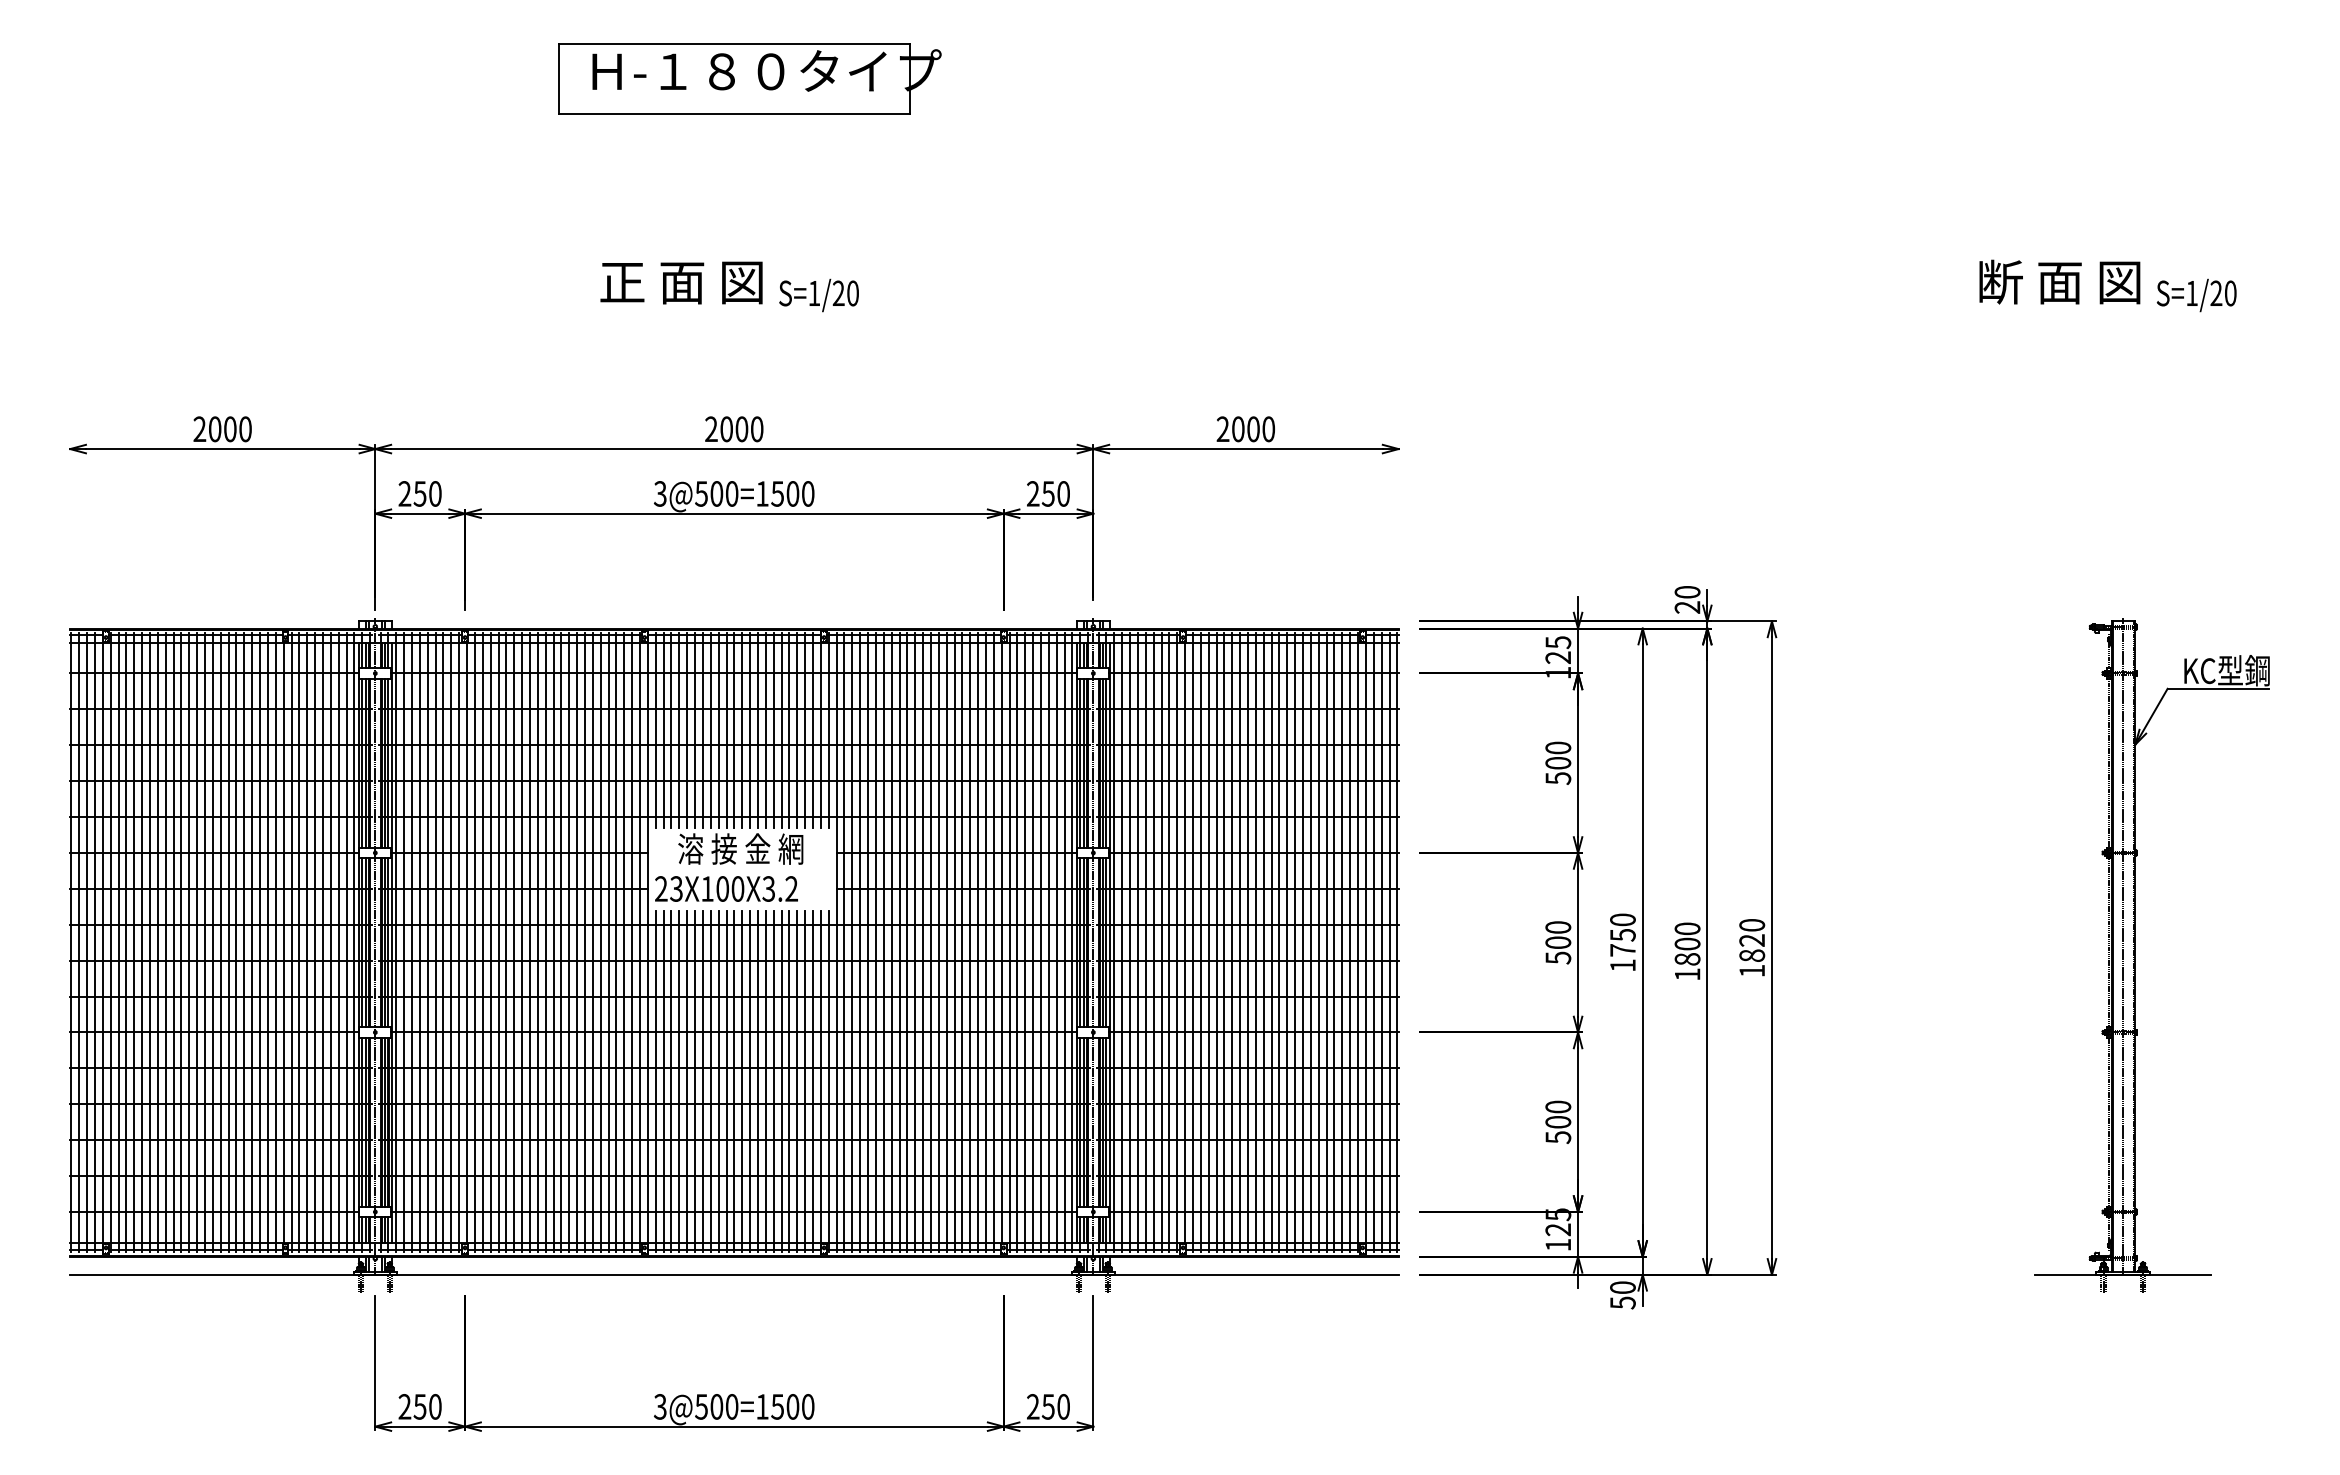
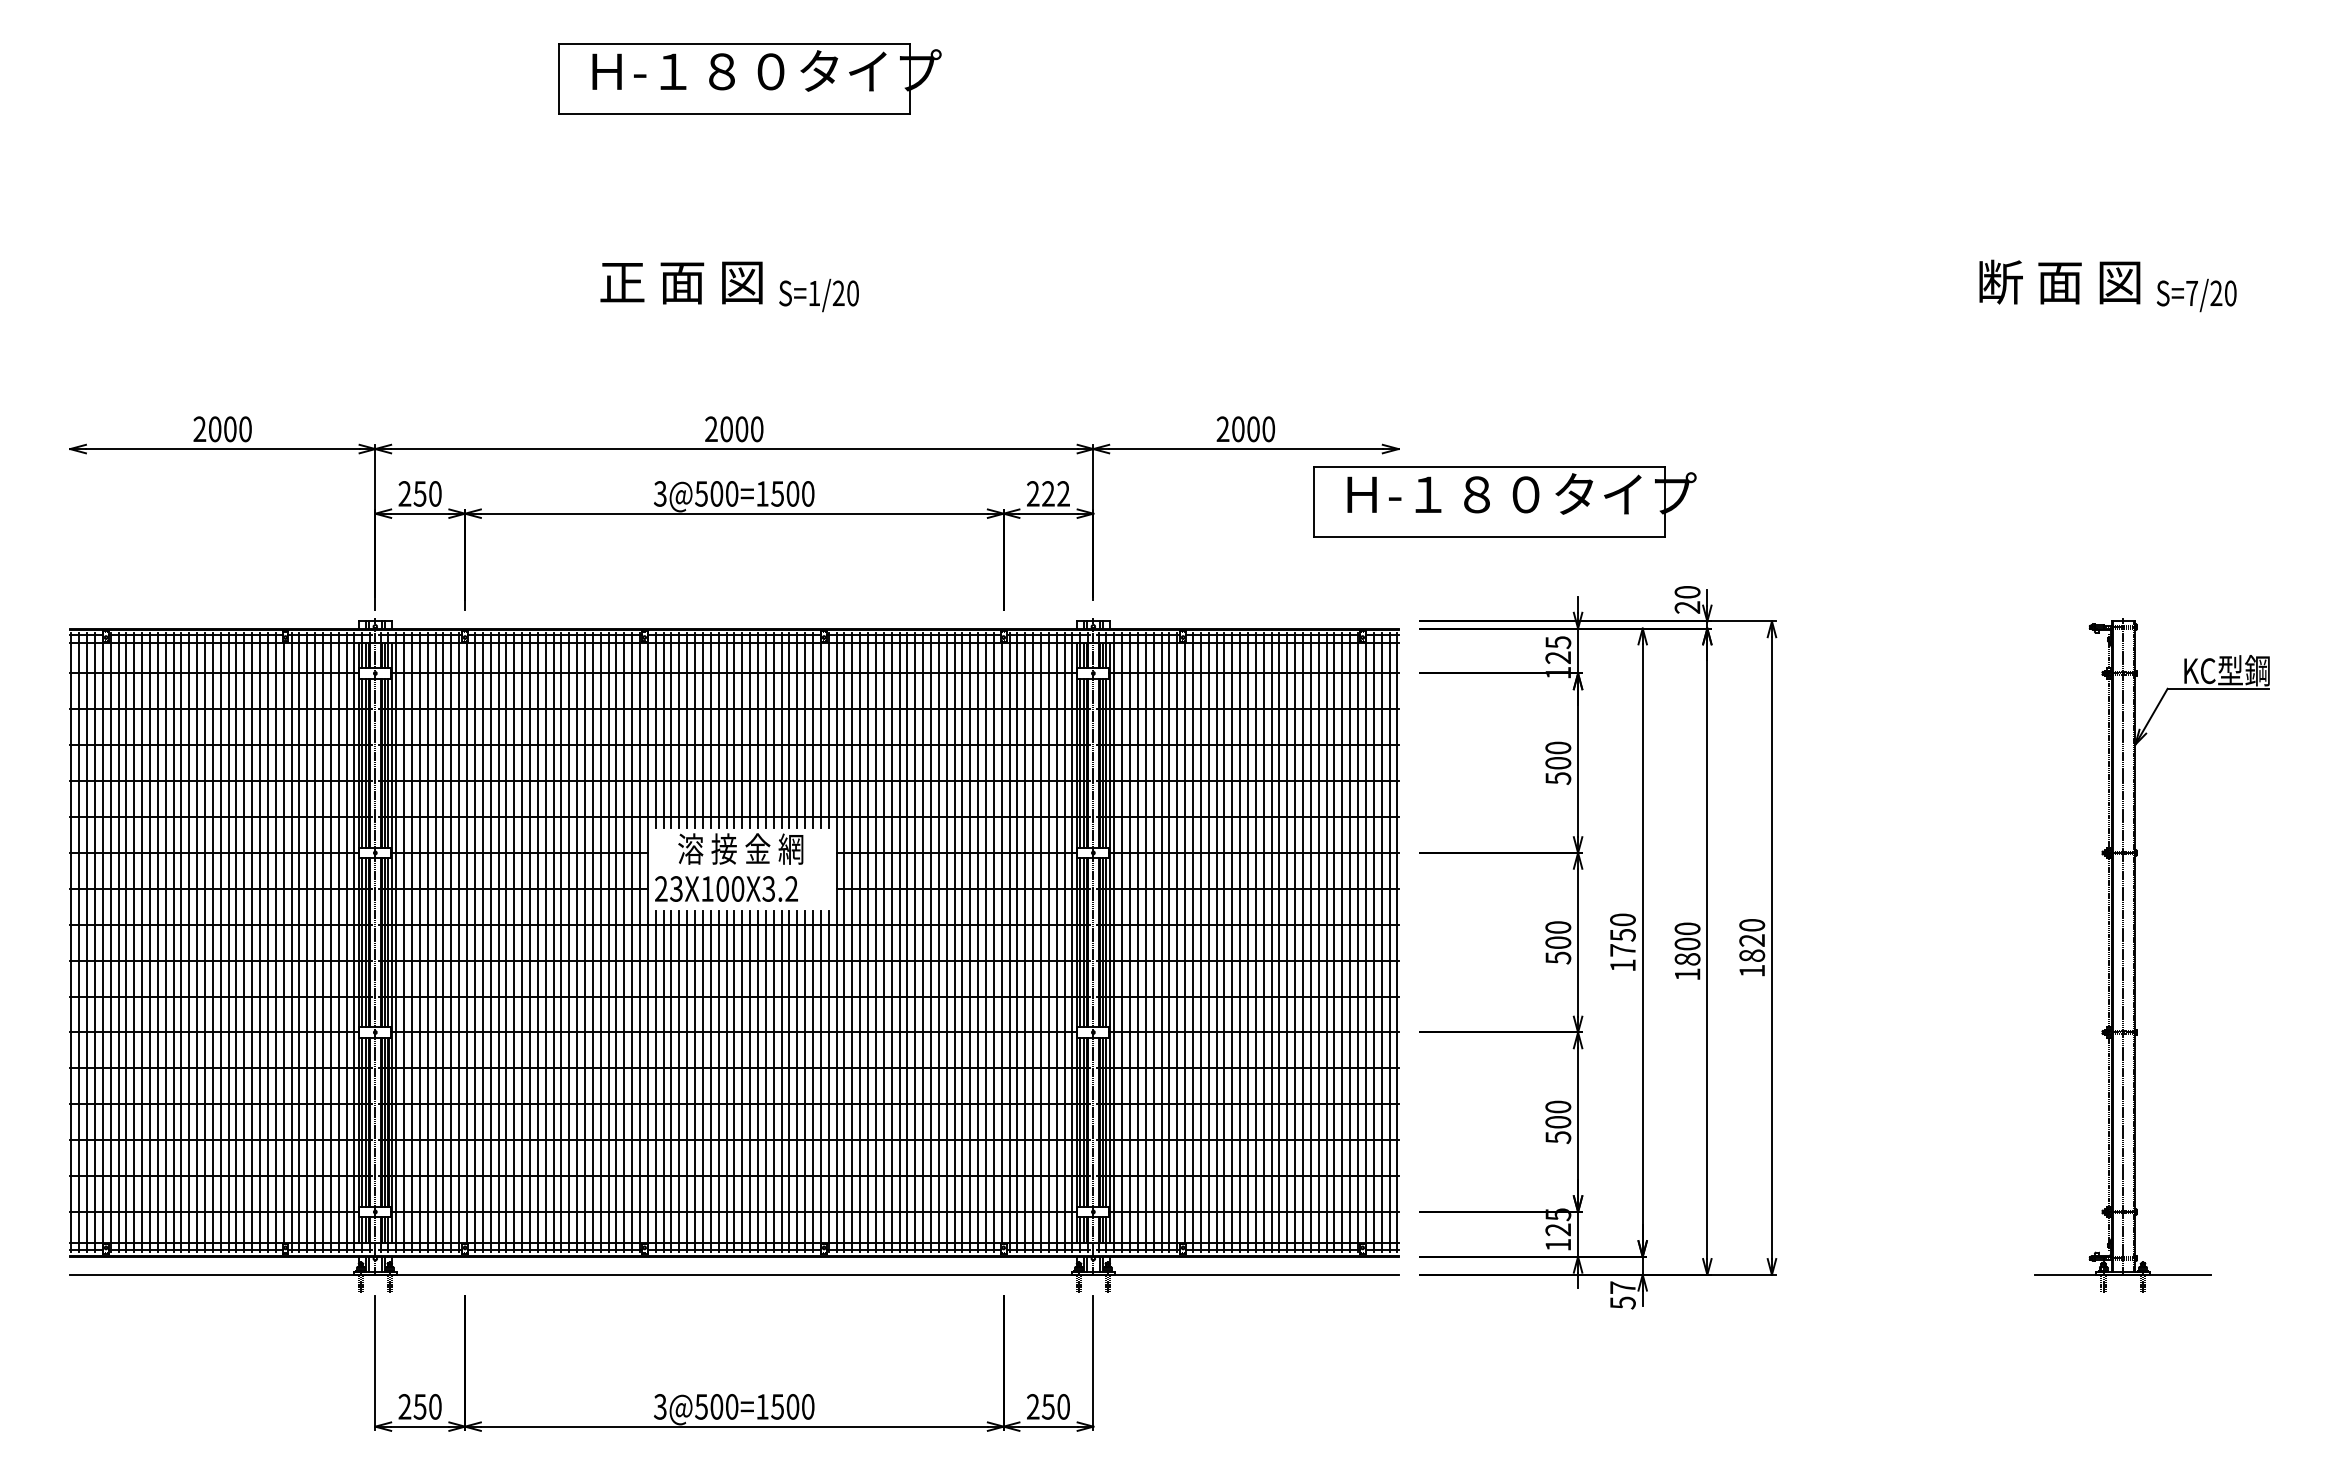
text at (2192, 293): S=1/20 -> S=7/20
text at (1055, 493): 250 -> 222
part at (1504, 501): none -> present
text at (1622, 1287): 50 -> 57
